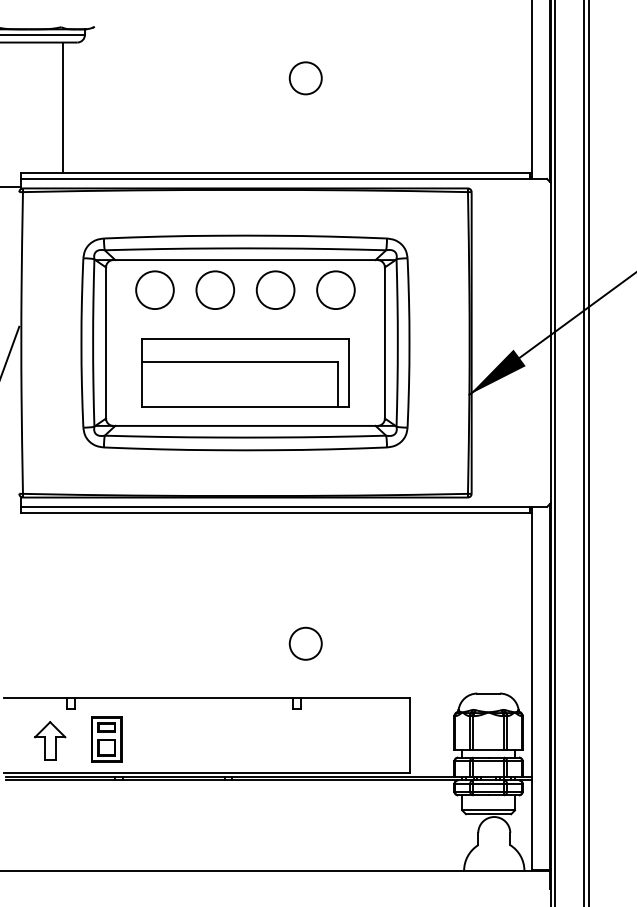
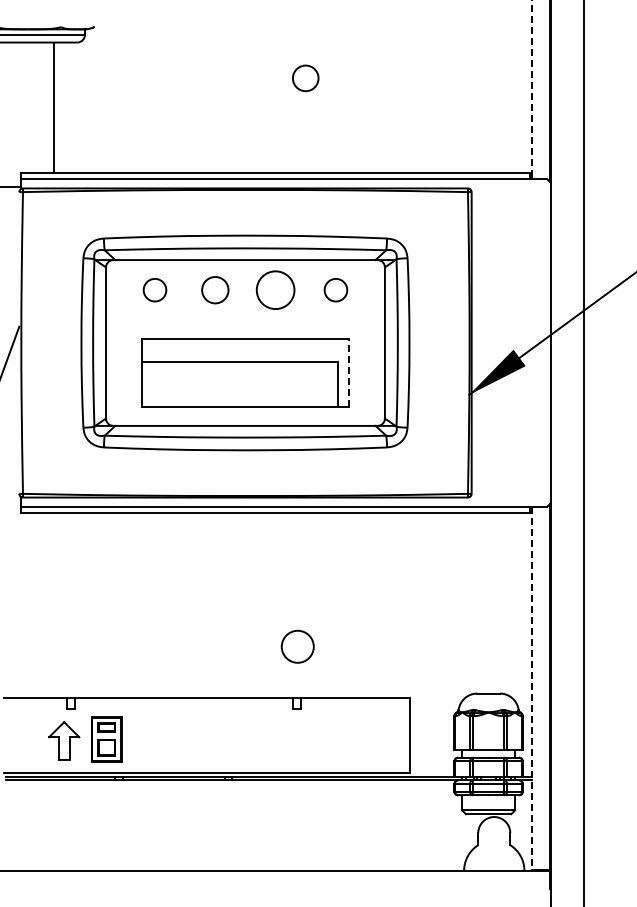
circle at (305, 78) size: 35x35 px -> 28x29 px
line at (531, 90): solid -> dashed
line at (62, 107) position: (62, 107) -> (53, 107)
circle at (154, 290) diameter: 38 px -> 23 px
circle at (215, 290) diameter: 38 px -> 26 px
circle at (335, 290) diameter: 38 px -> 23 px
line at (349, 373): solid -> dashed
line at (555, 452): present -> none
line at (588, 452): present -> none
circle at (305, 643) position: (305, 643) -> (297, 646)
line at (531, 688): solid -> dashed
part at (50, 740) position: (50, 740) -> (64, 740)
